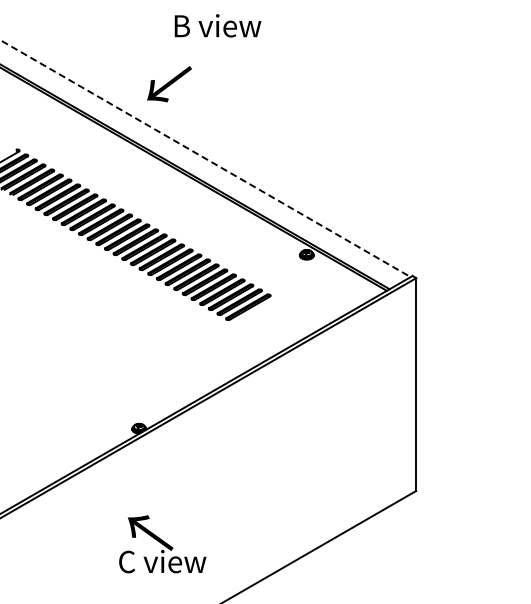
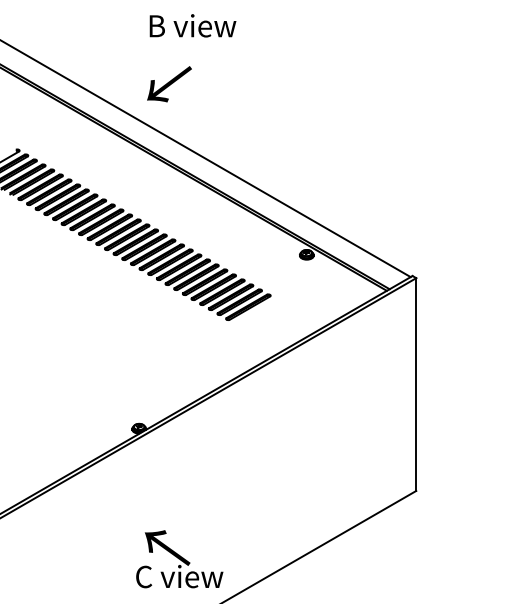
text at (217, 25) position: (217, 25) -> (192, 25)
line at (205, 158): dashed -> solid
text at (162, 544) position: (162, 544) -> (179, 559)
